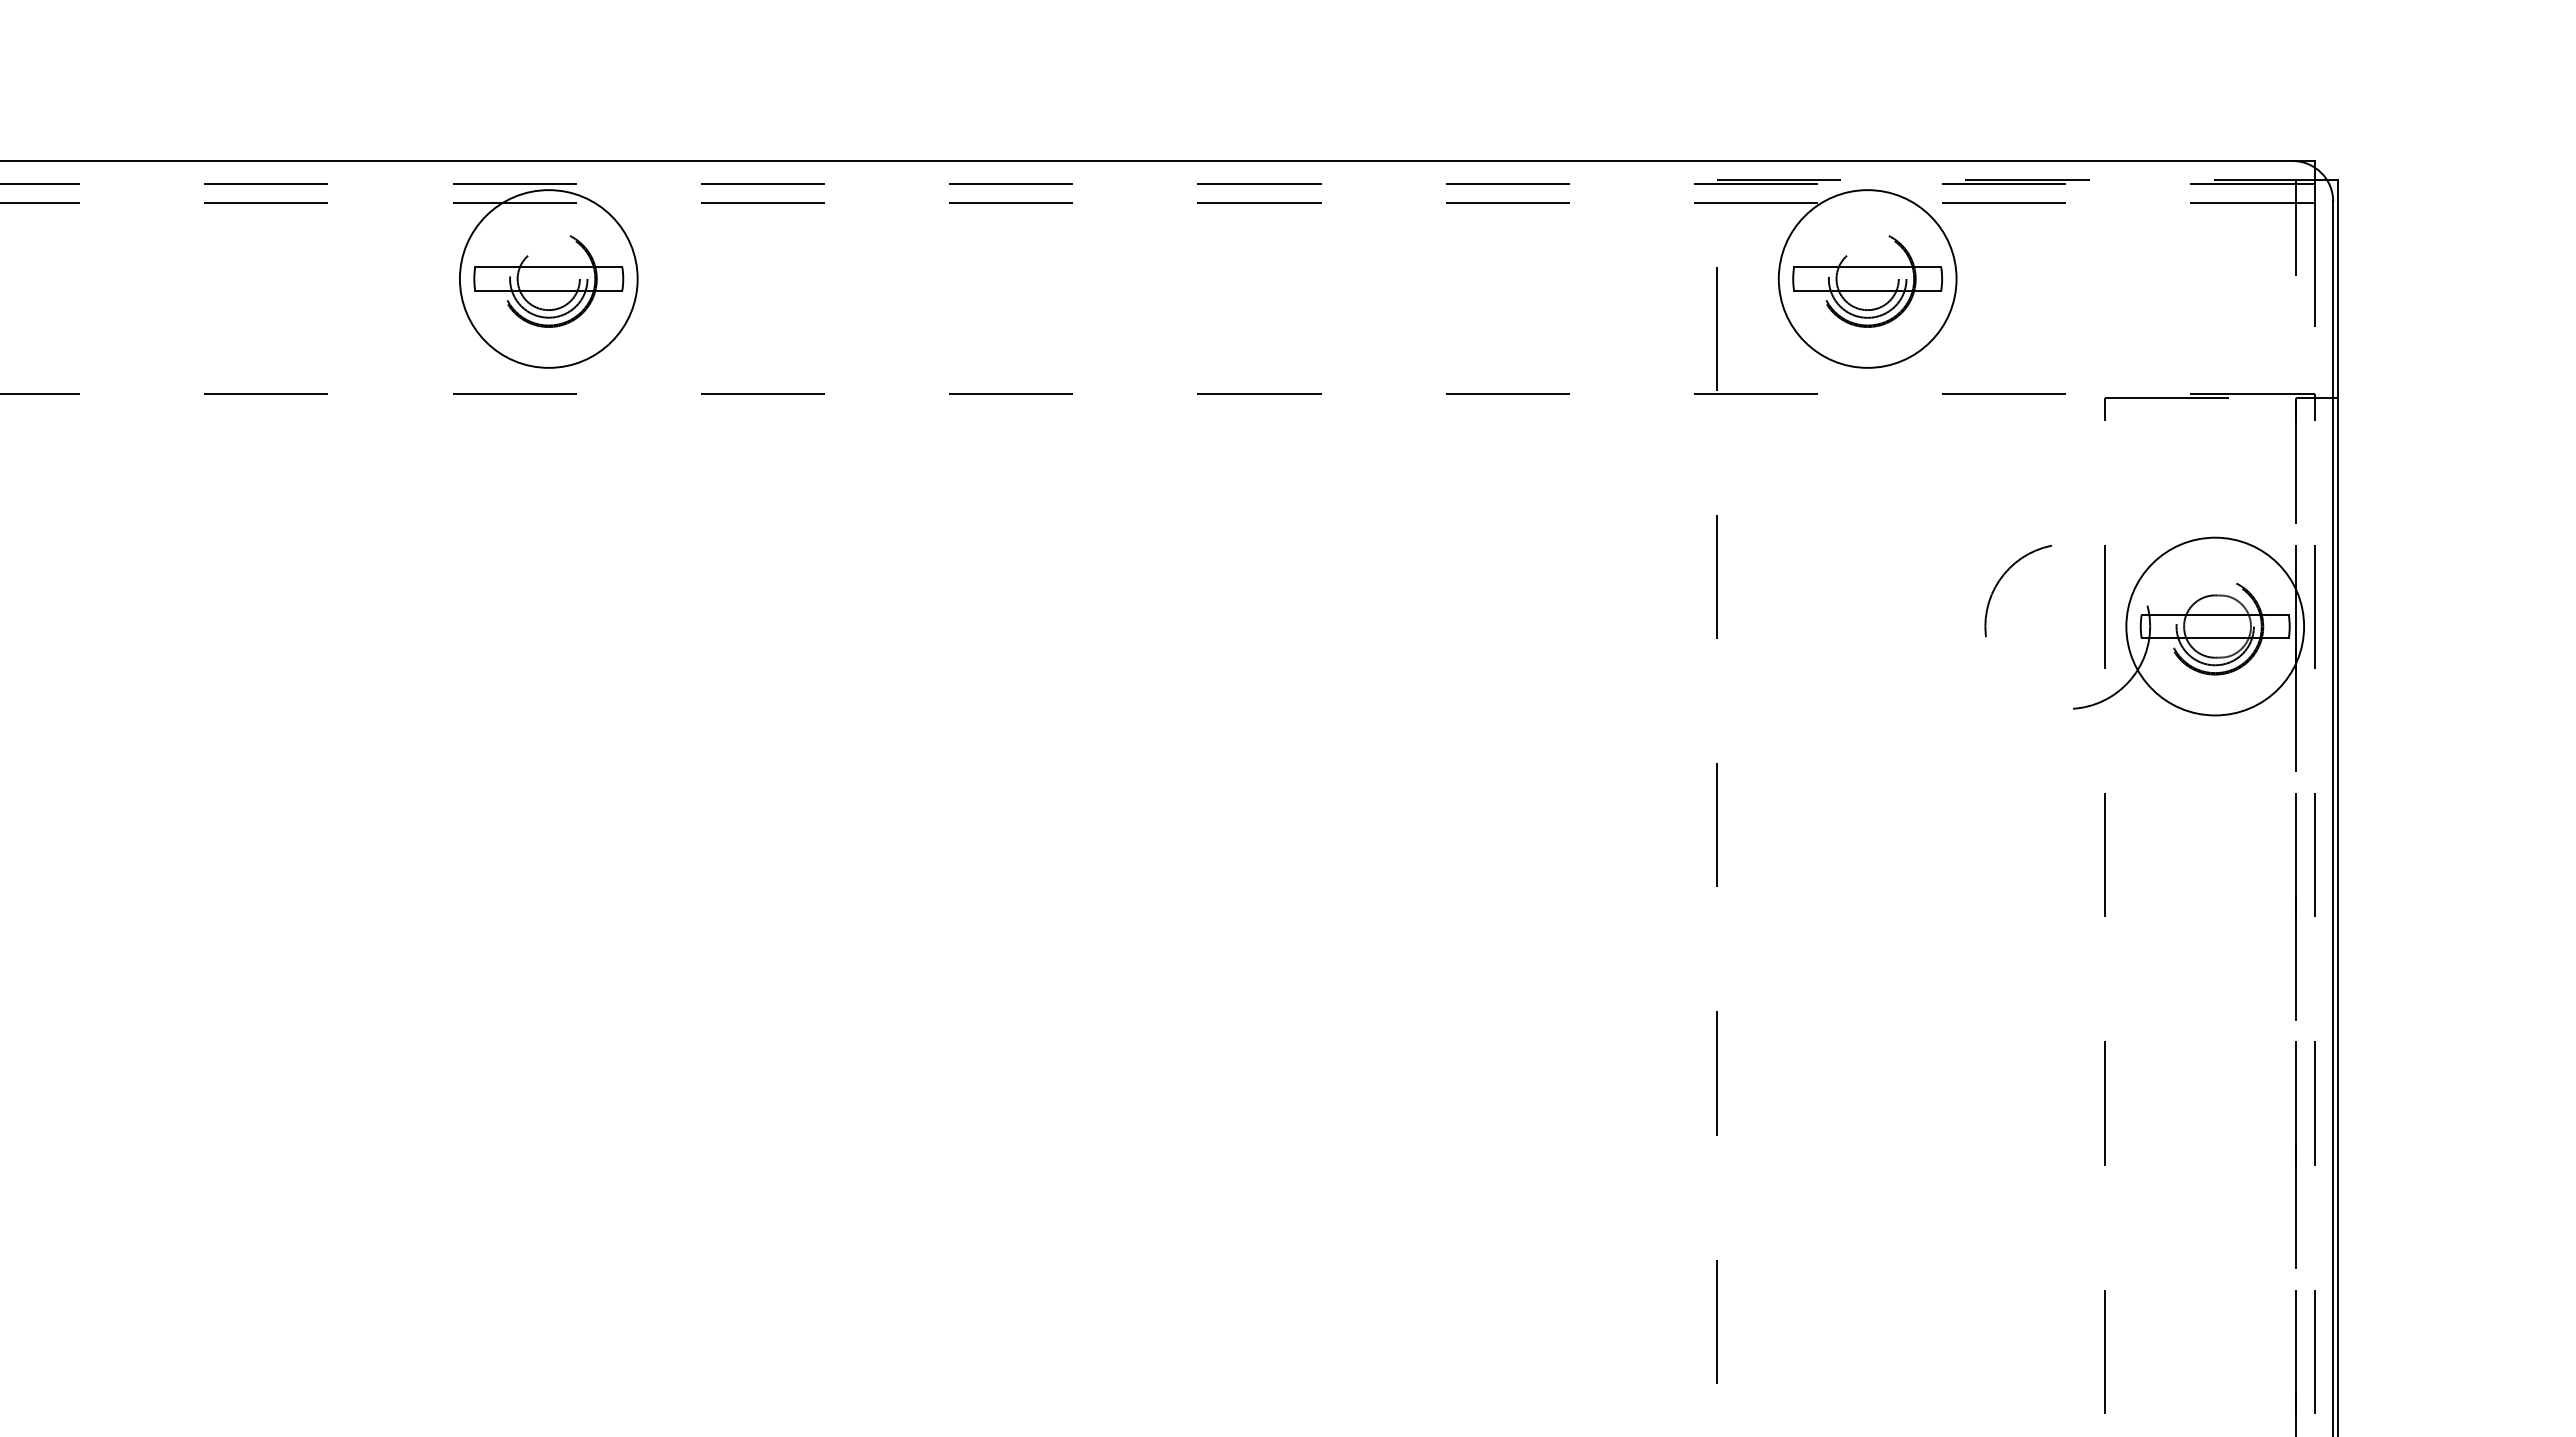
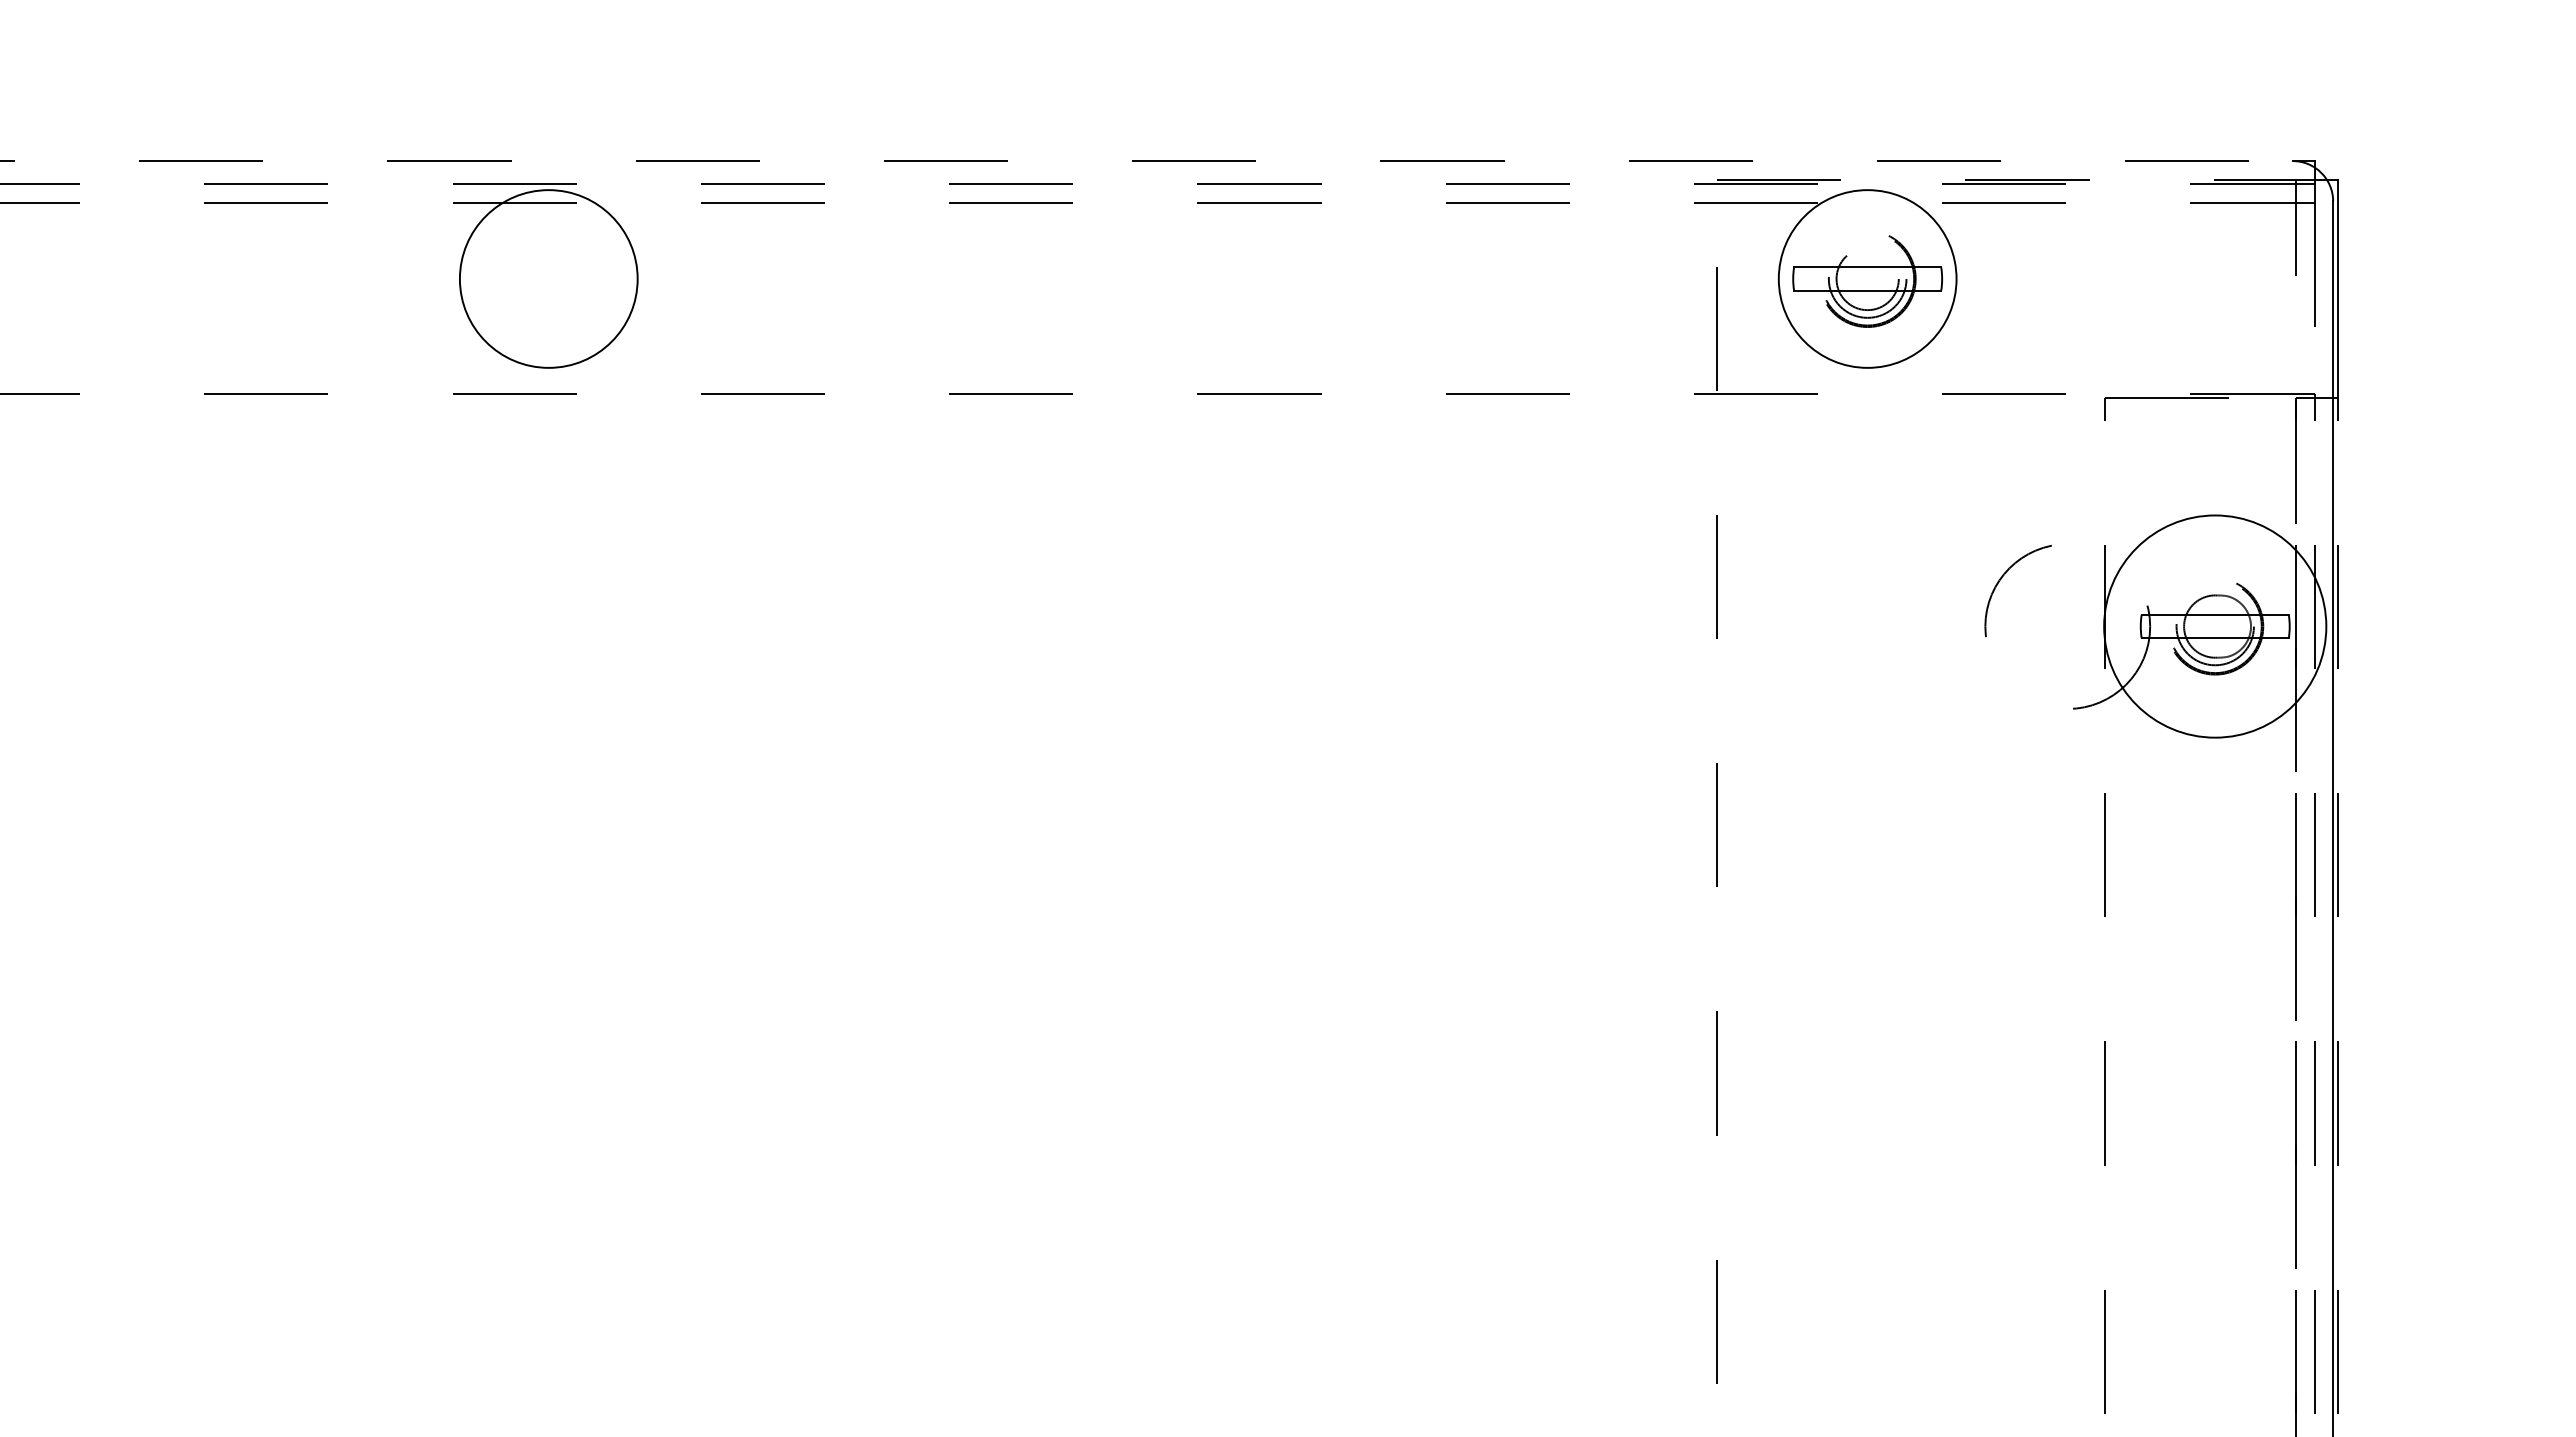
line at (1147, 161): solid -> dashed
part at (548, 281): present -> none
circle at (2215, 626) diameter: 178 px -> 222 px
line at (2337, 916): solid -> dashed
